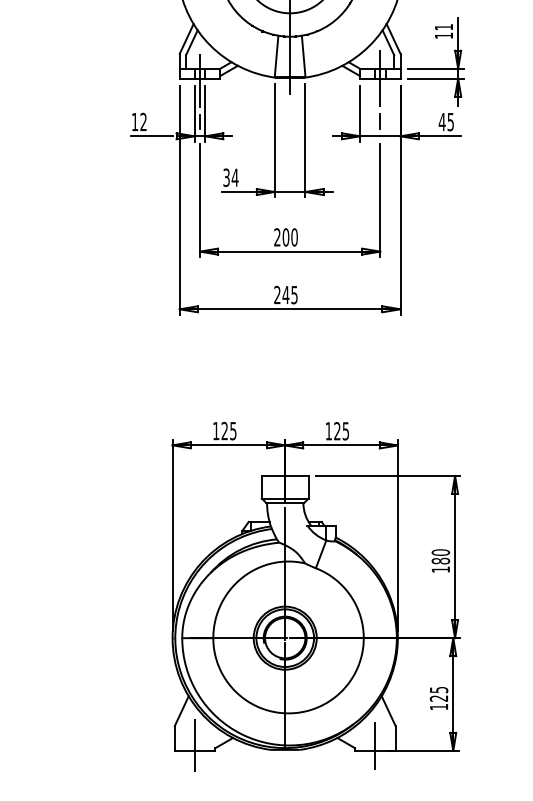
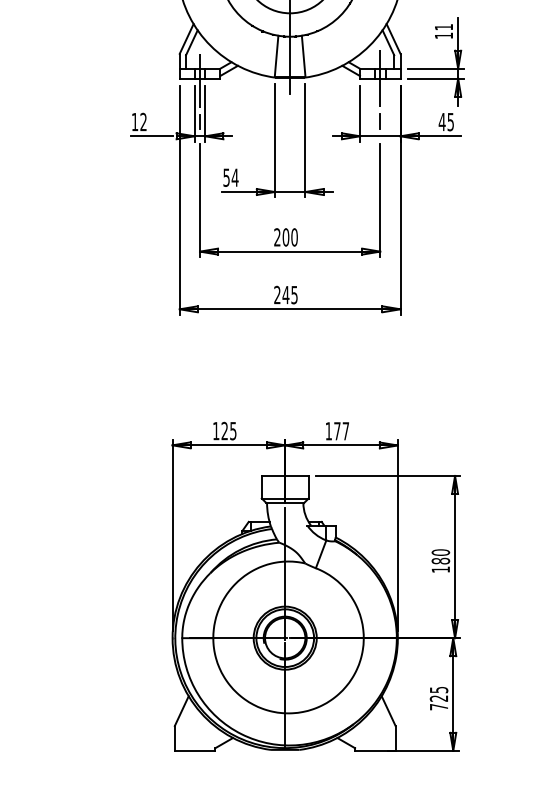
text at (226, 176): 34 -> 54
text at (341, 431): 125 -> 177
text at (438, 707): 125 -> 725
line at (195, 745): present -> none
line at (375, 745): present -> none
